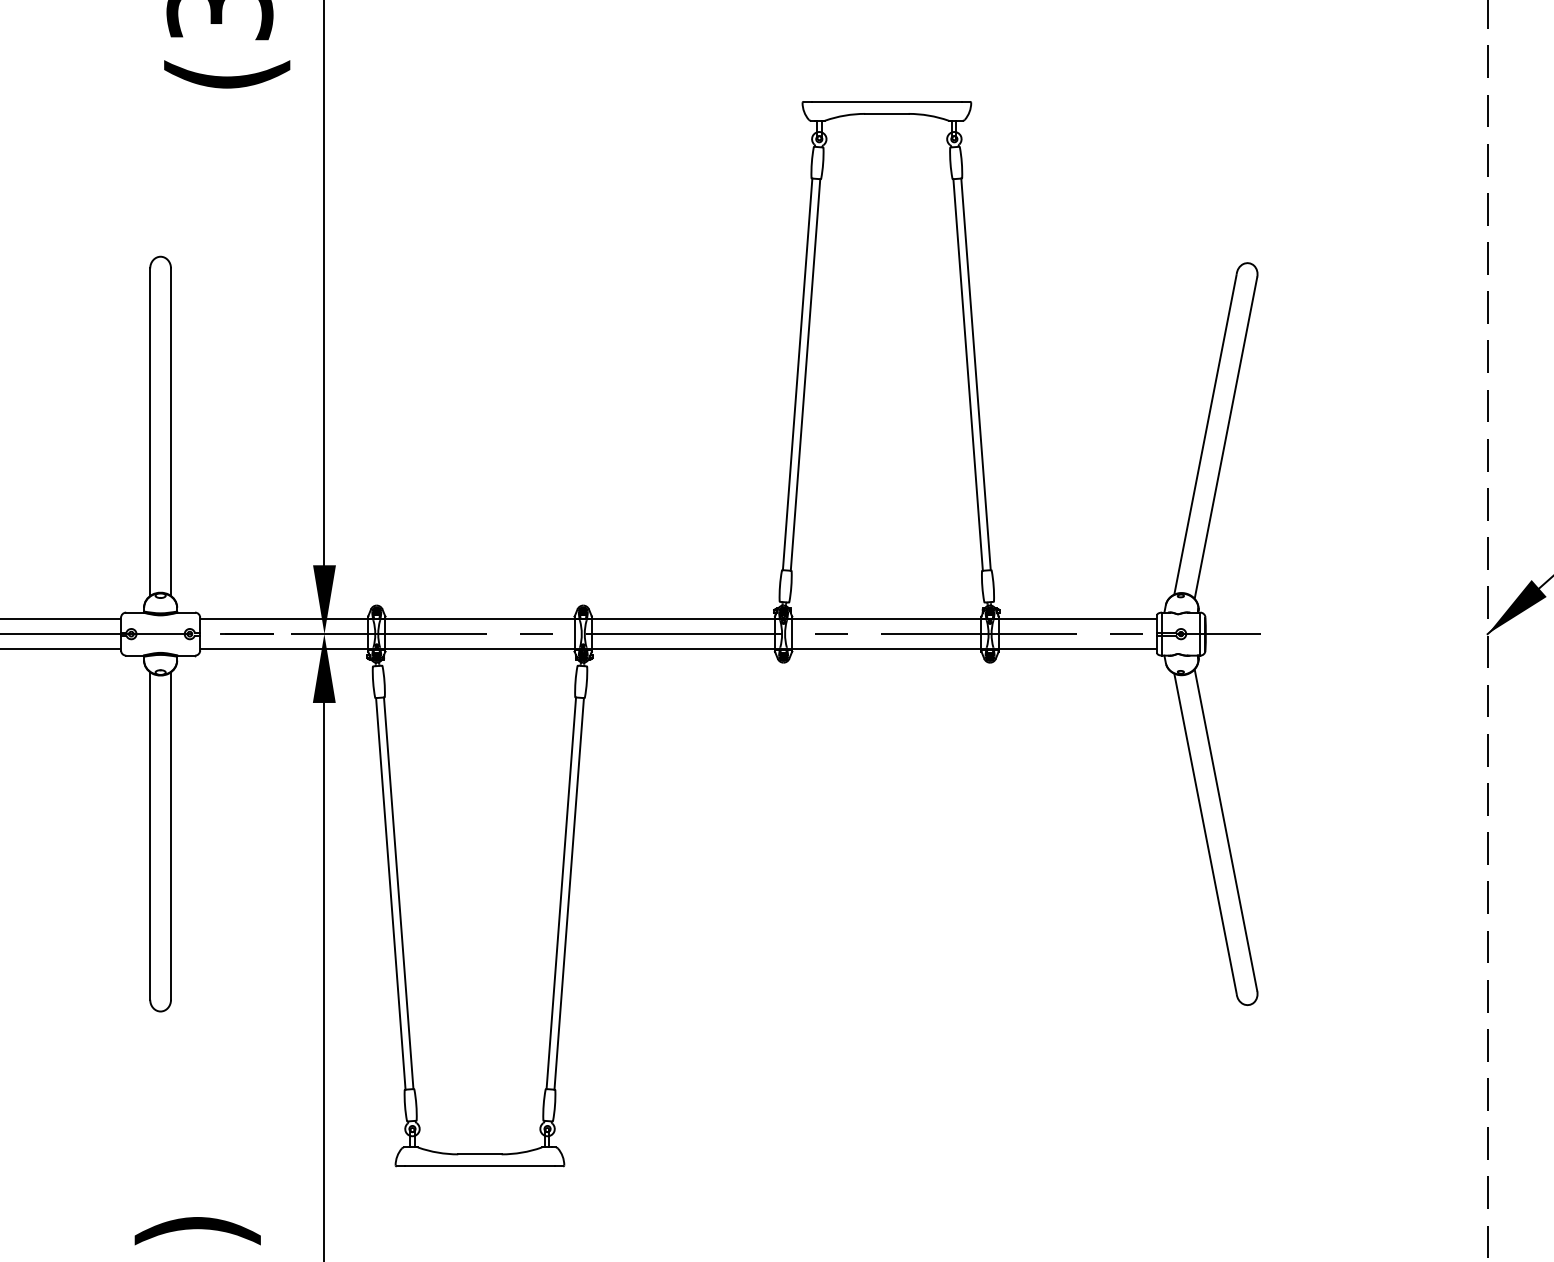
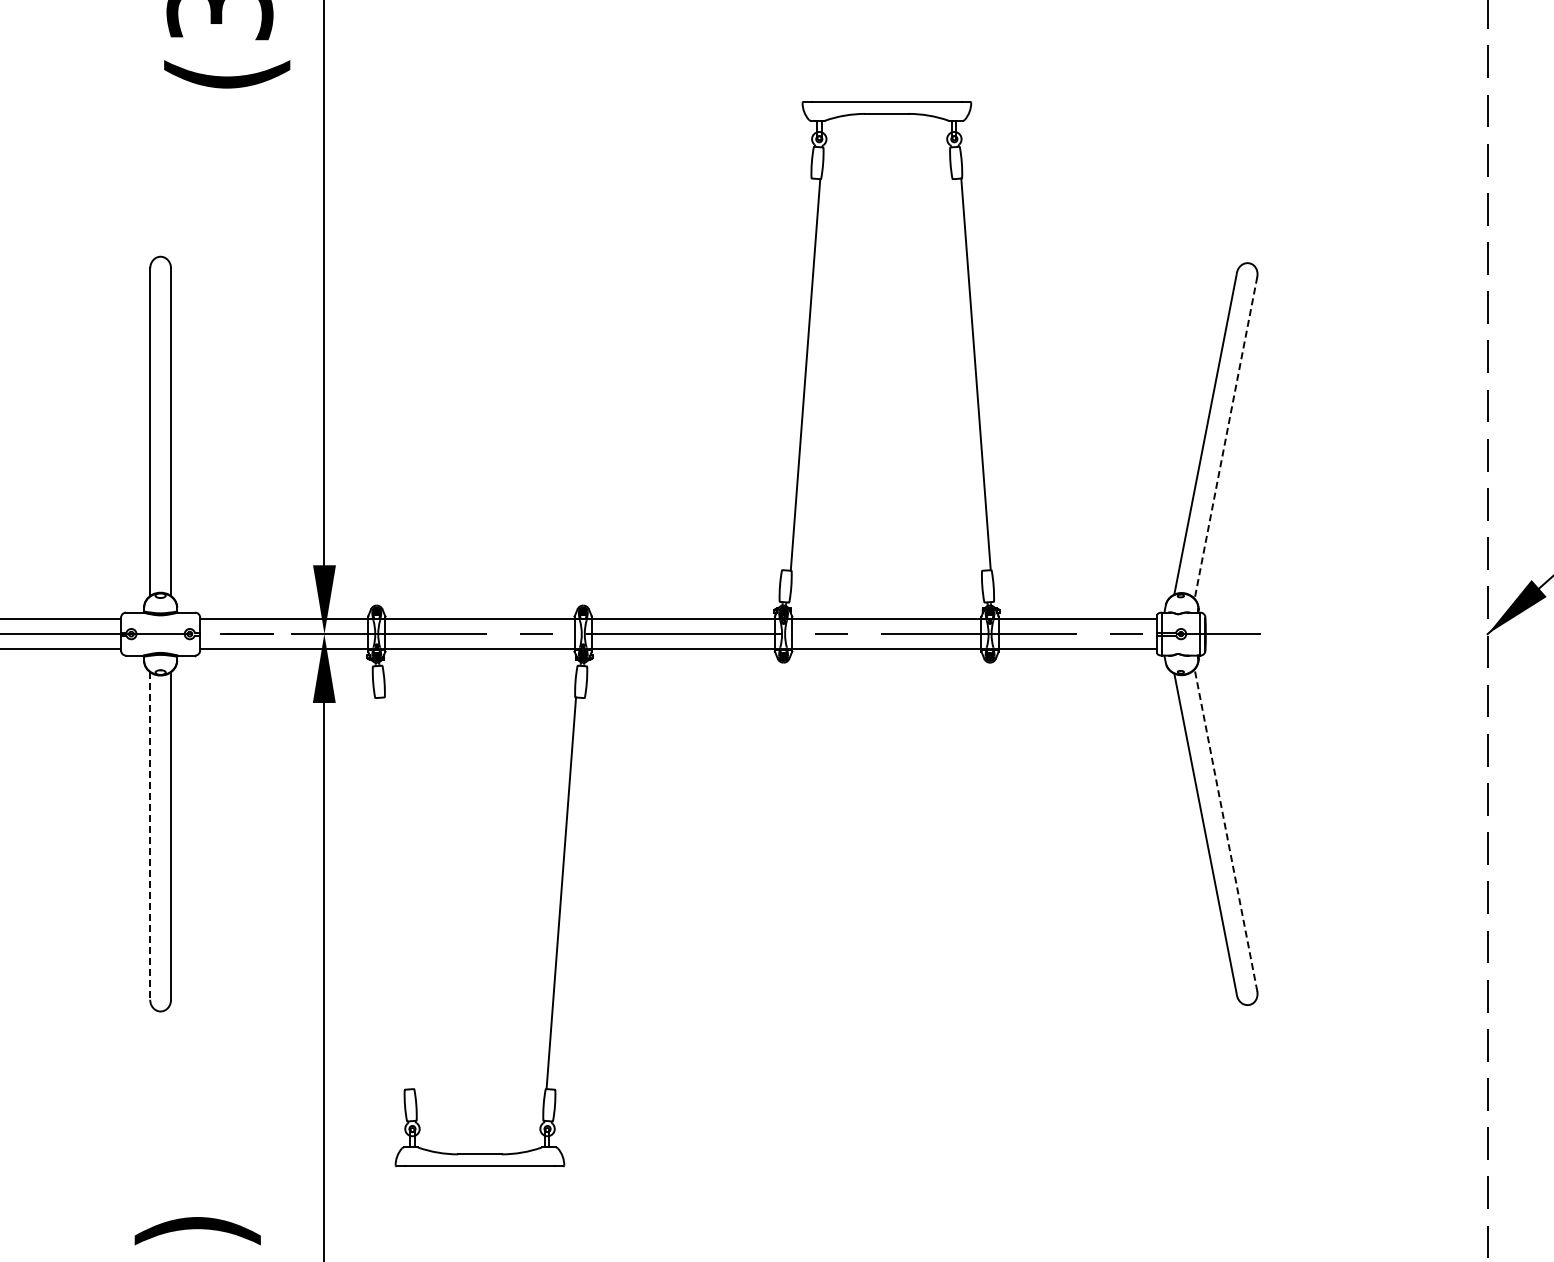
line at (797, 374): present -> none
line at (967, 374): present -> none
line at (1226, 437): solid -> dashed
line at (1226, 830): solid -> dashed
line at (150, 836): solid -> dashed
line at (390, 893): present -> none
line at (398, 893): present -> none
line at (568, 893): present -> none
